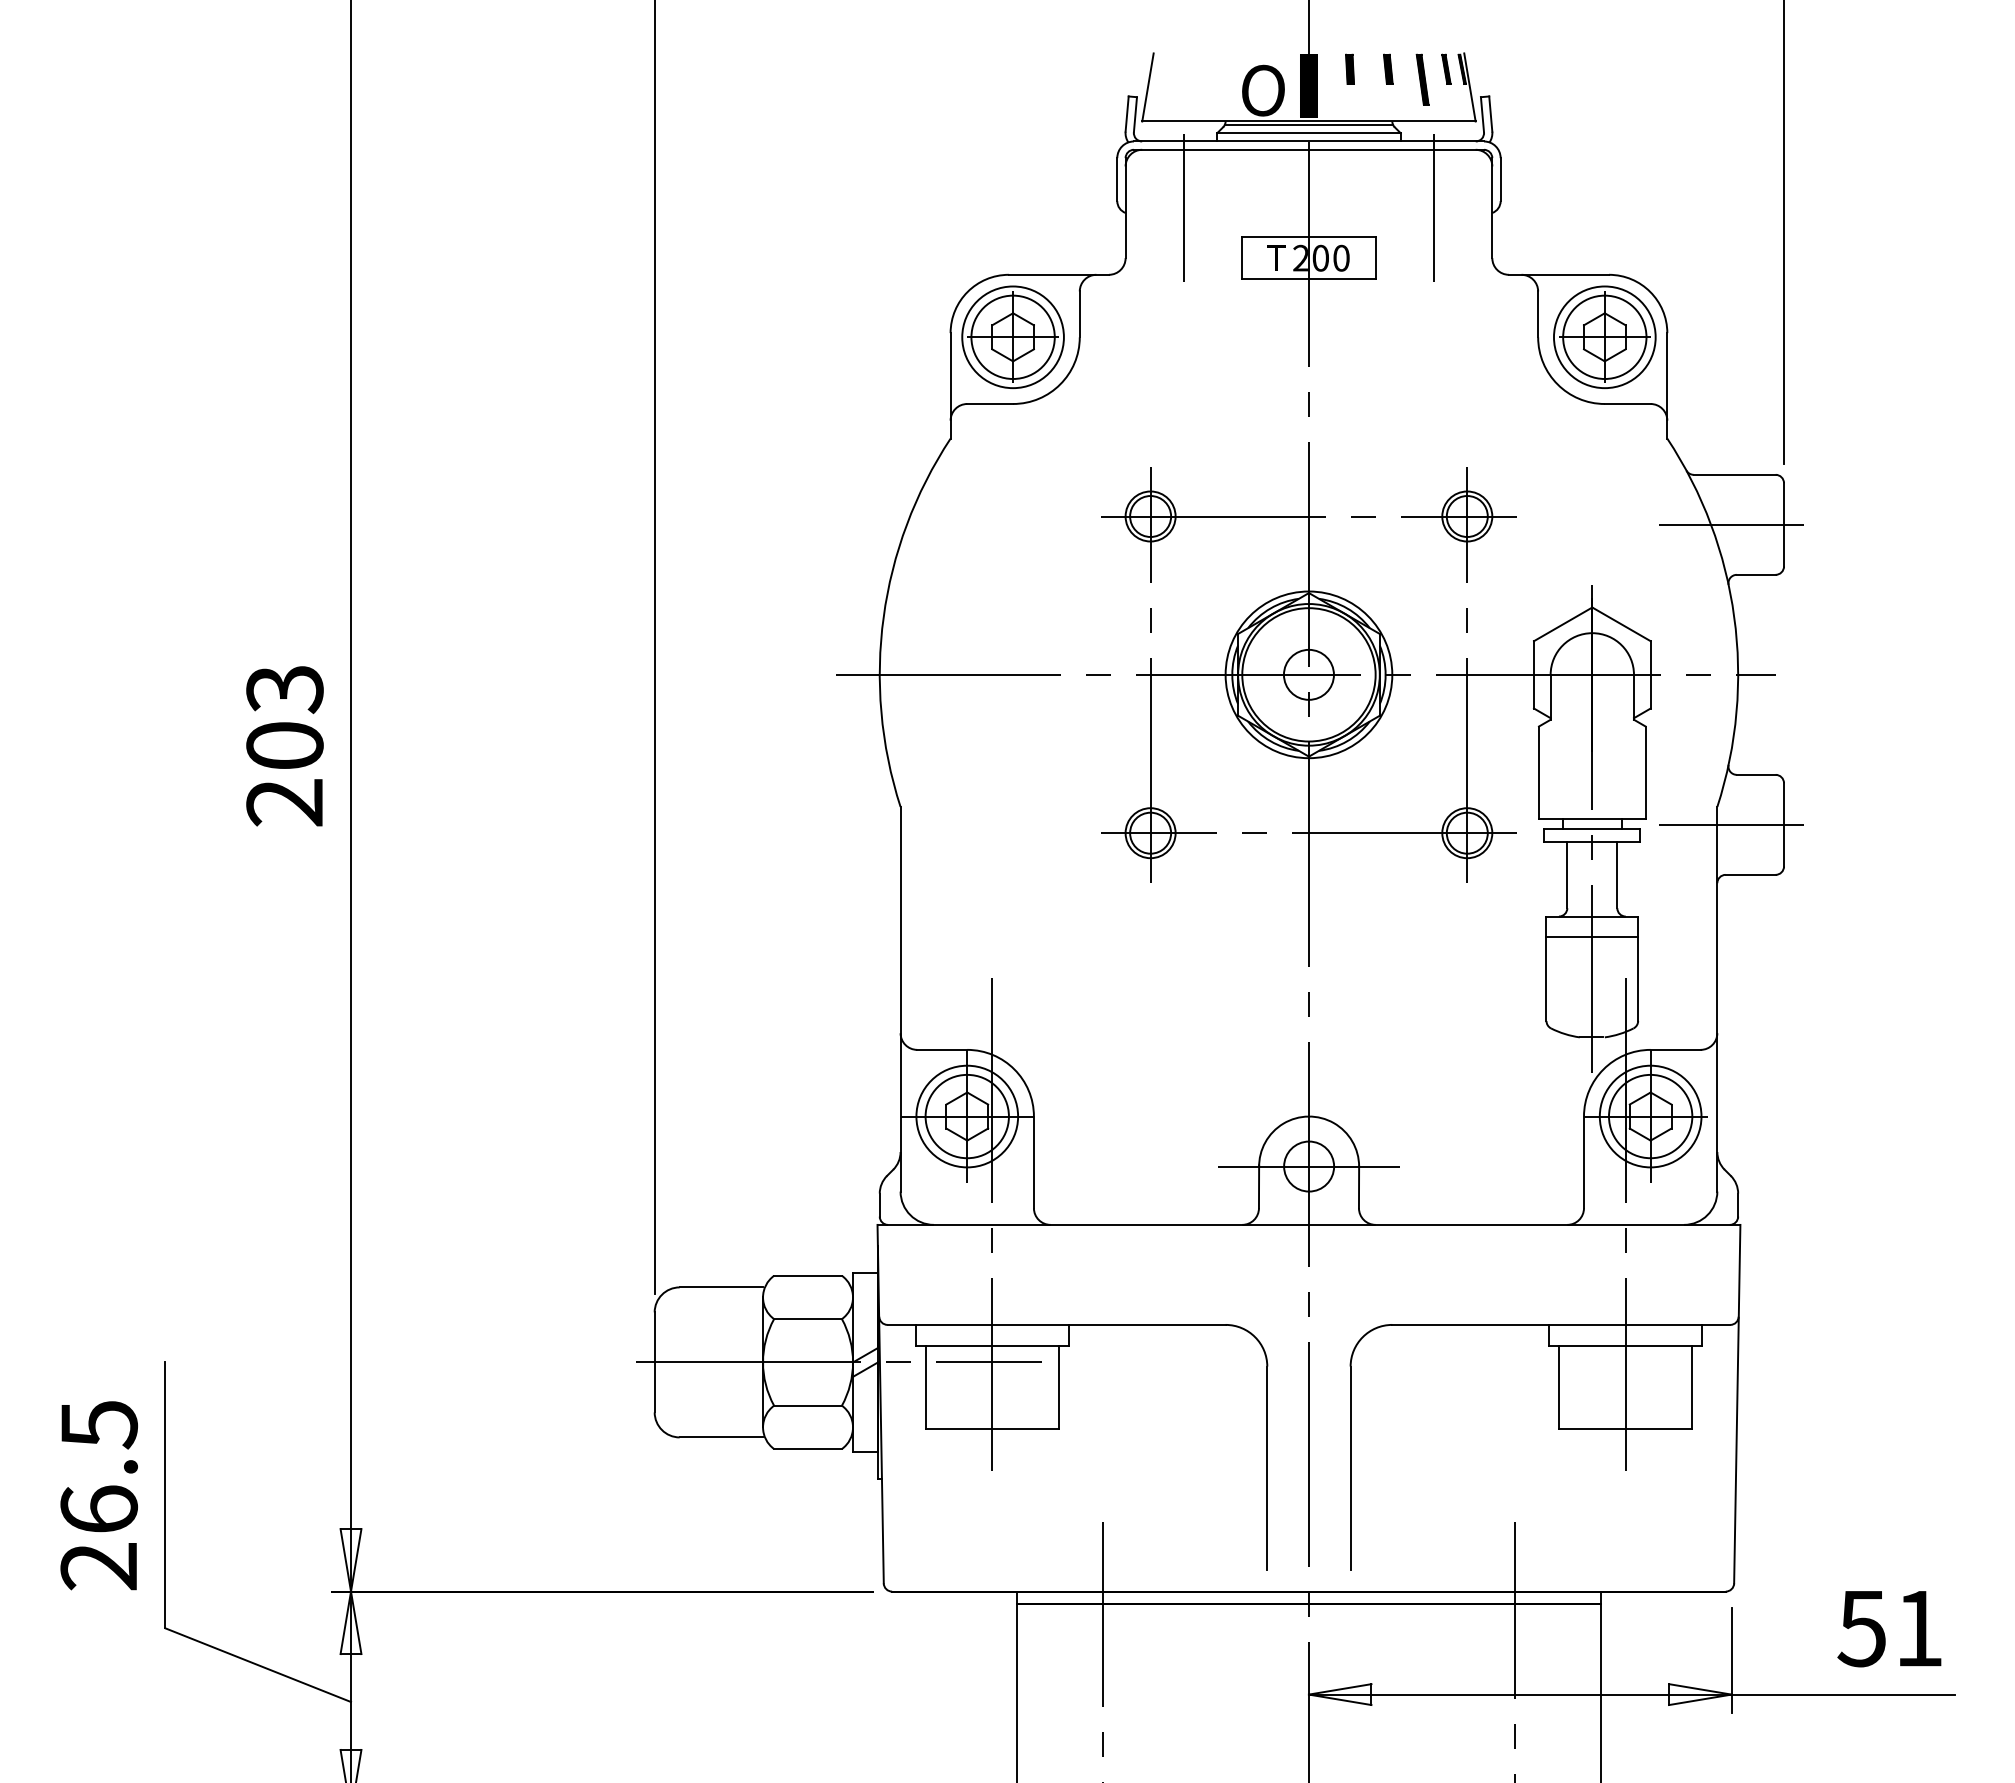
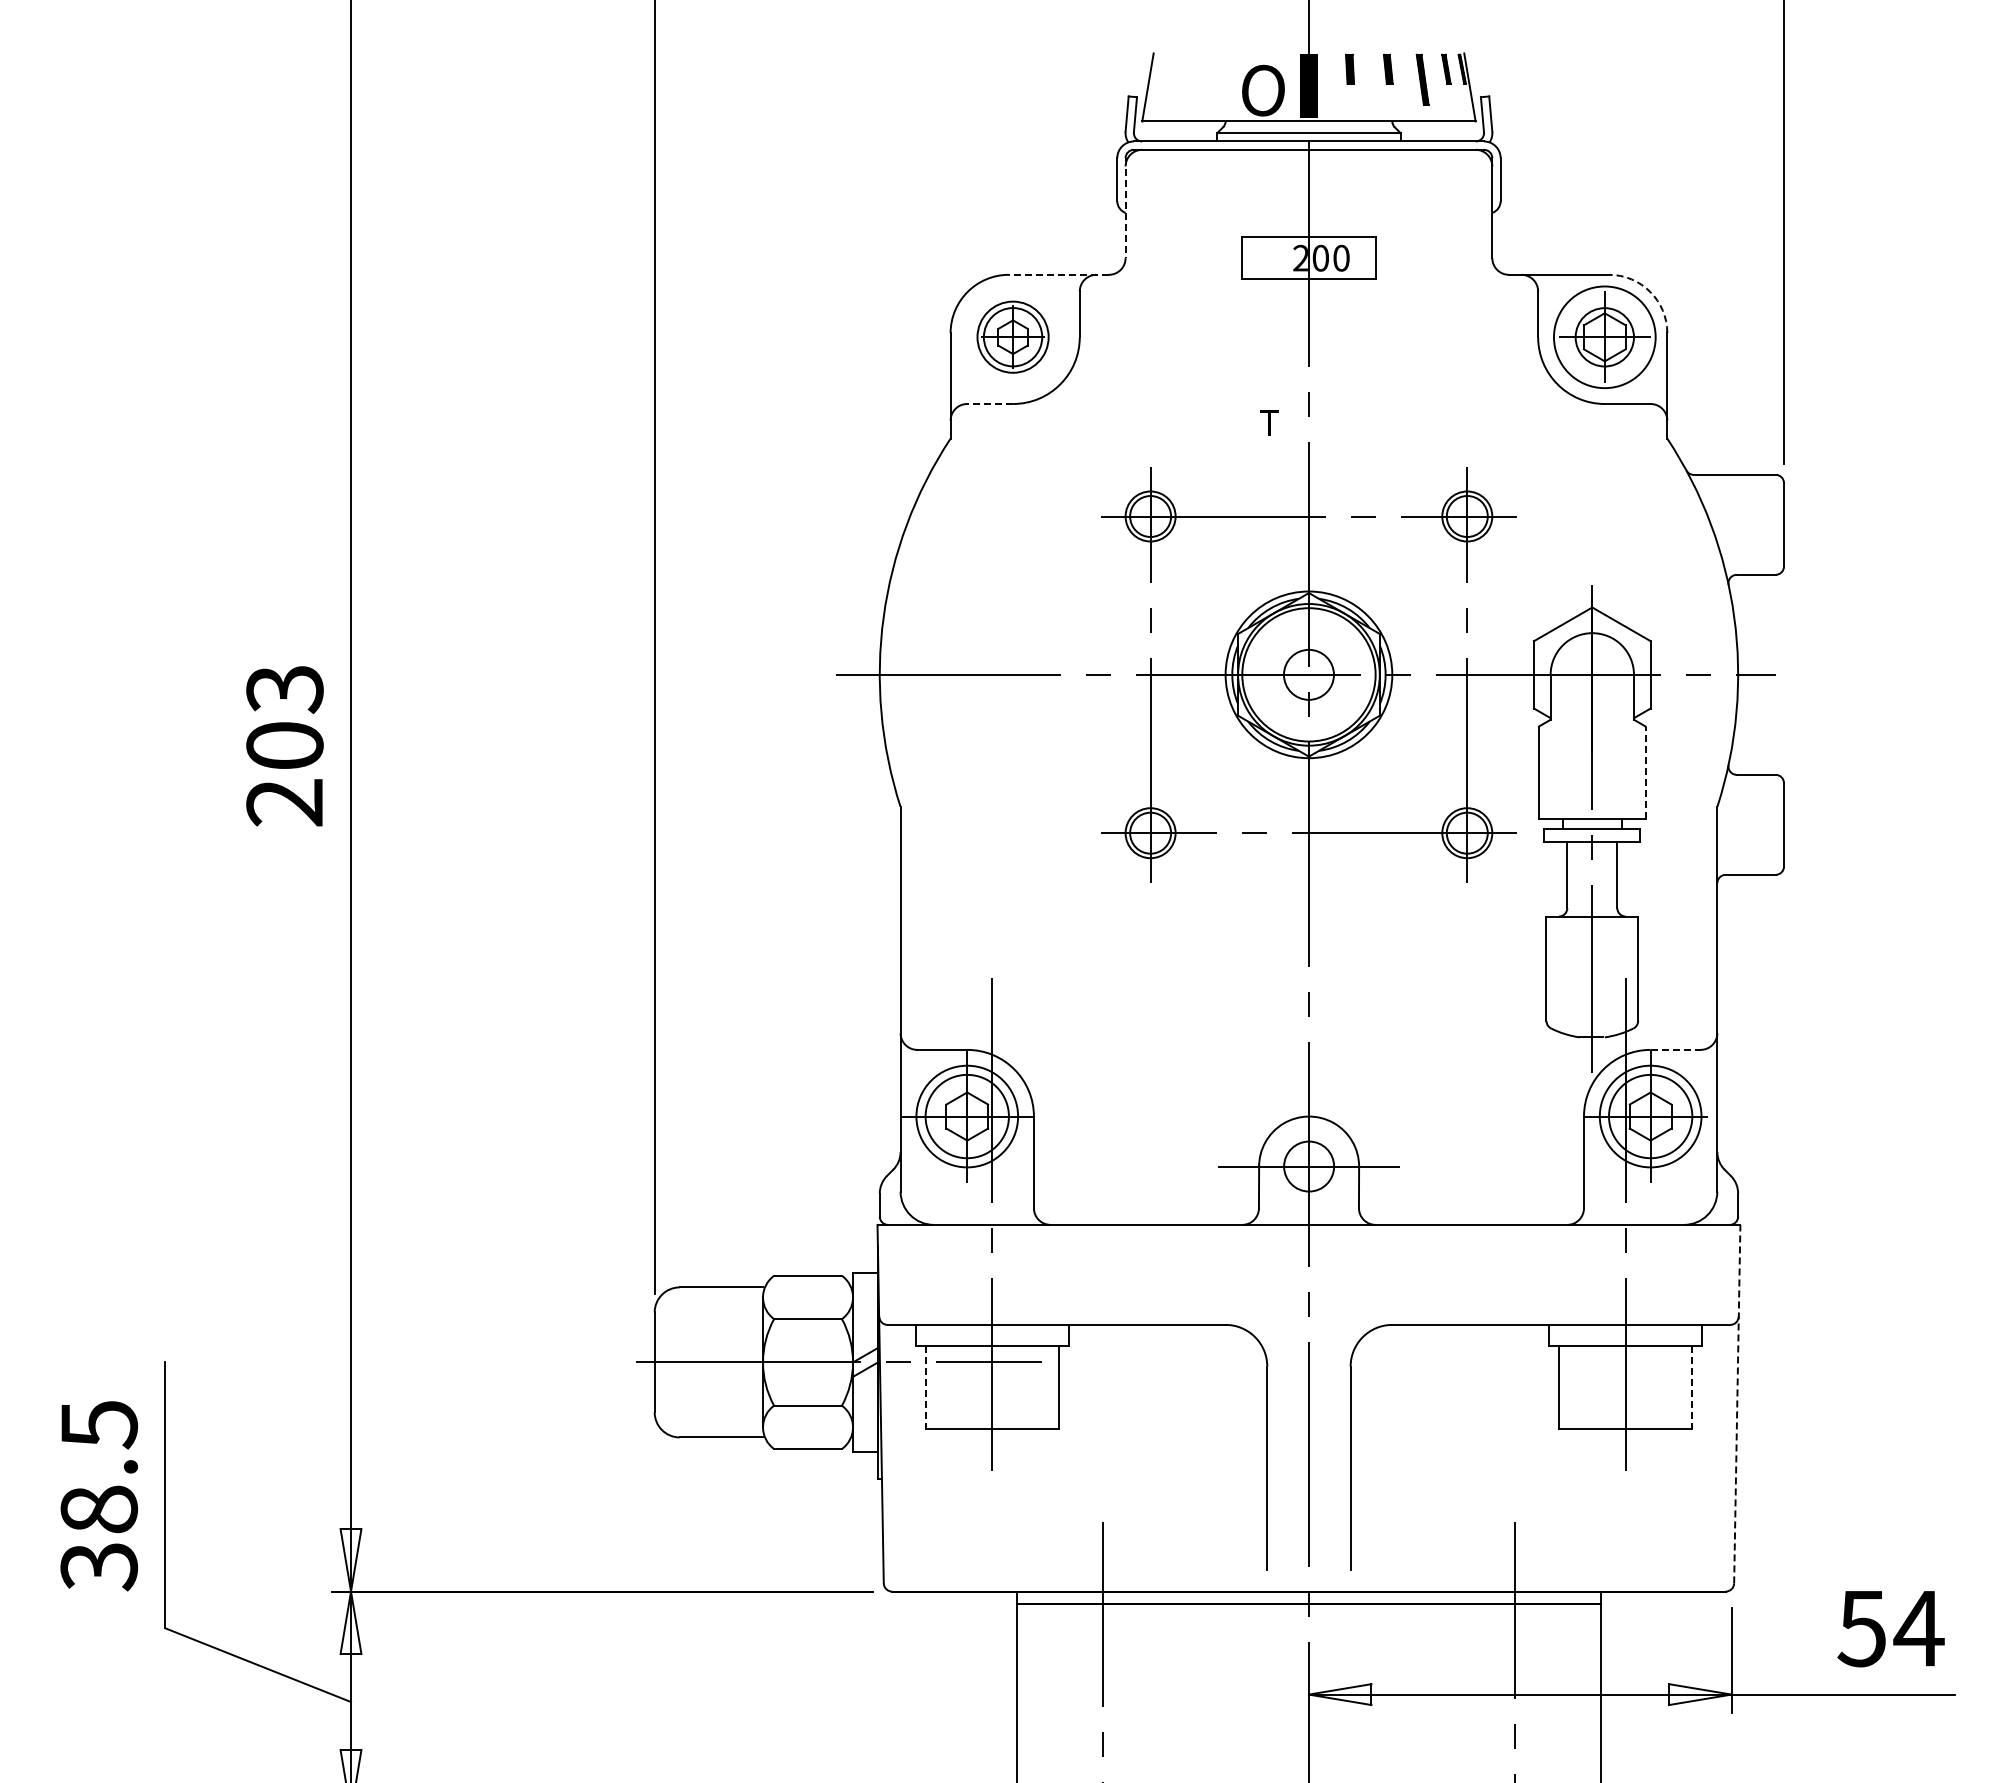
line at (1308, 124): present -> none
line at (1183, 207): present -> none
line at (1433, 207): present -> none
line at (1125, 208): solid -> dashed
text at (1276, 257) position: (1276, 257) -> (1269, 422)
line at (1058, 274): solid -> dashed
arc at (1650, 291): solid -> dashed
part at (1012, 336) size: 104x104 px -> 74x74 px
circle at (1604, 337) diameter: 83 px -> 58 px
line at (990, 404): solid -> dashed
line at (1731, 524): present -> none
line at (1645, 772): solid -> dashed
line at (1731, 824): present -> none
line at (1592, 937): present -> none
line at (1676, 1049): solid -> dashed
line at (925, 1387): solid -> dashed
line at (1692, 1387): solid -> dashed
line at (1737, 1403): solid -> dashed
text at (99, 1538): 26.5 -> 38.5
text at (1918, 1628): 51 -> 54
